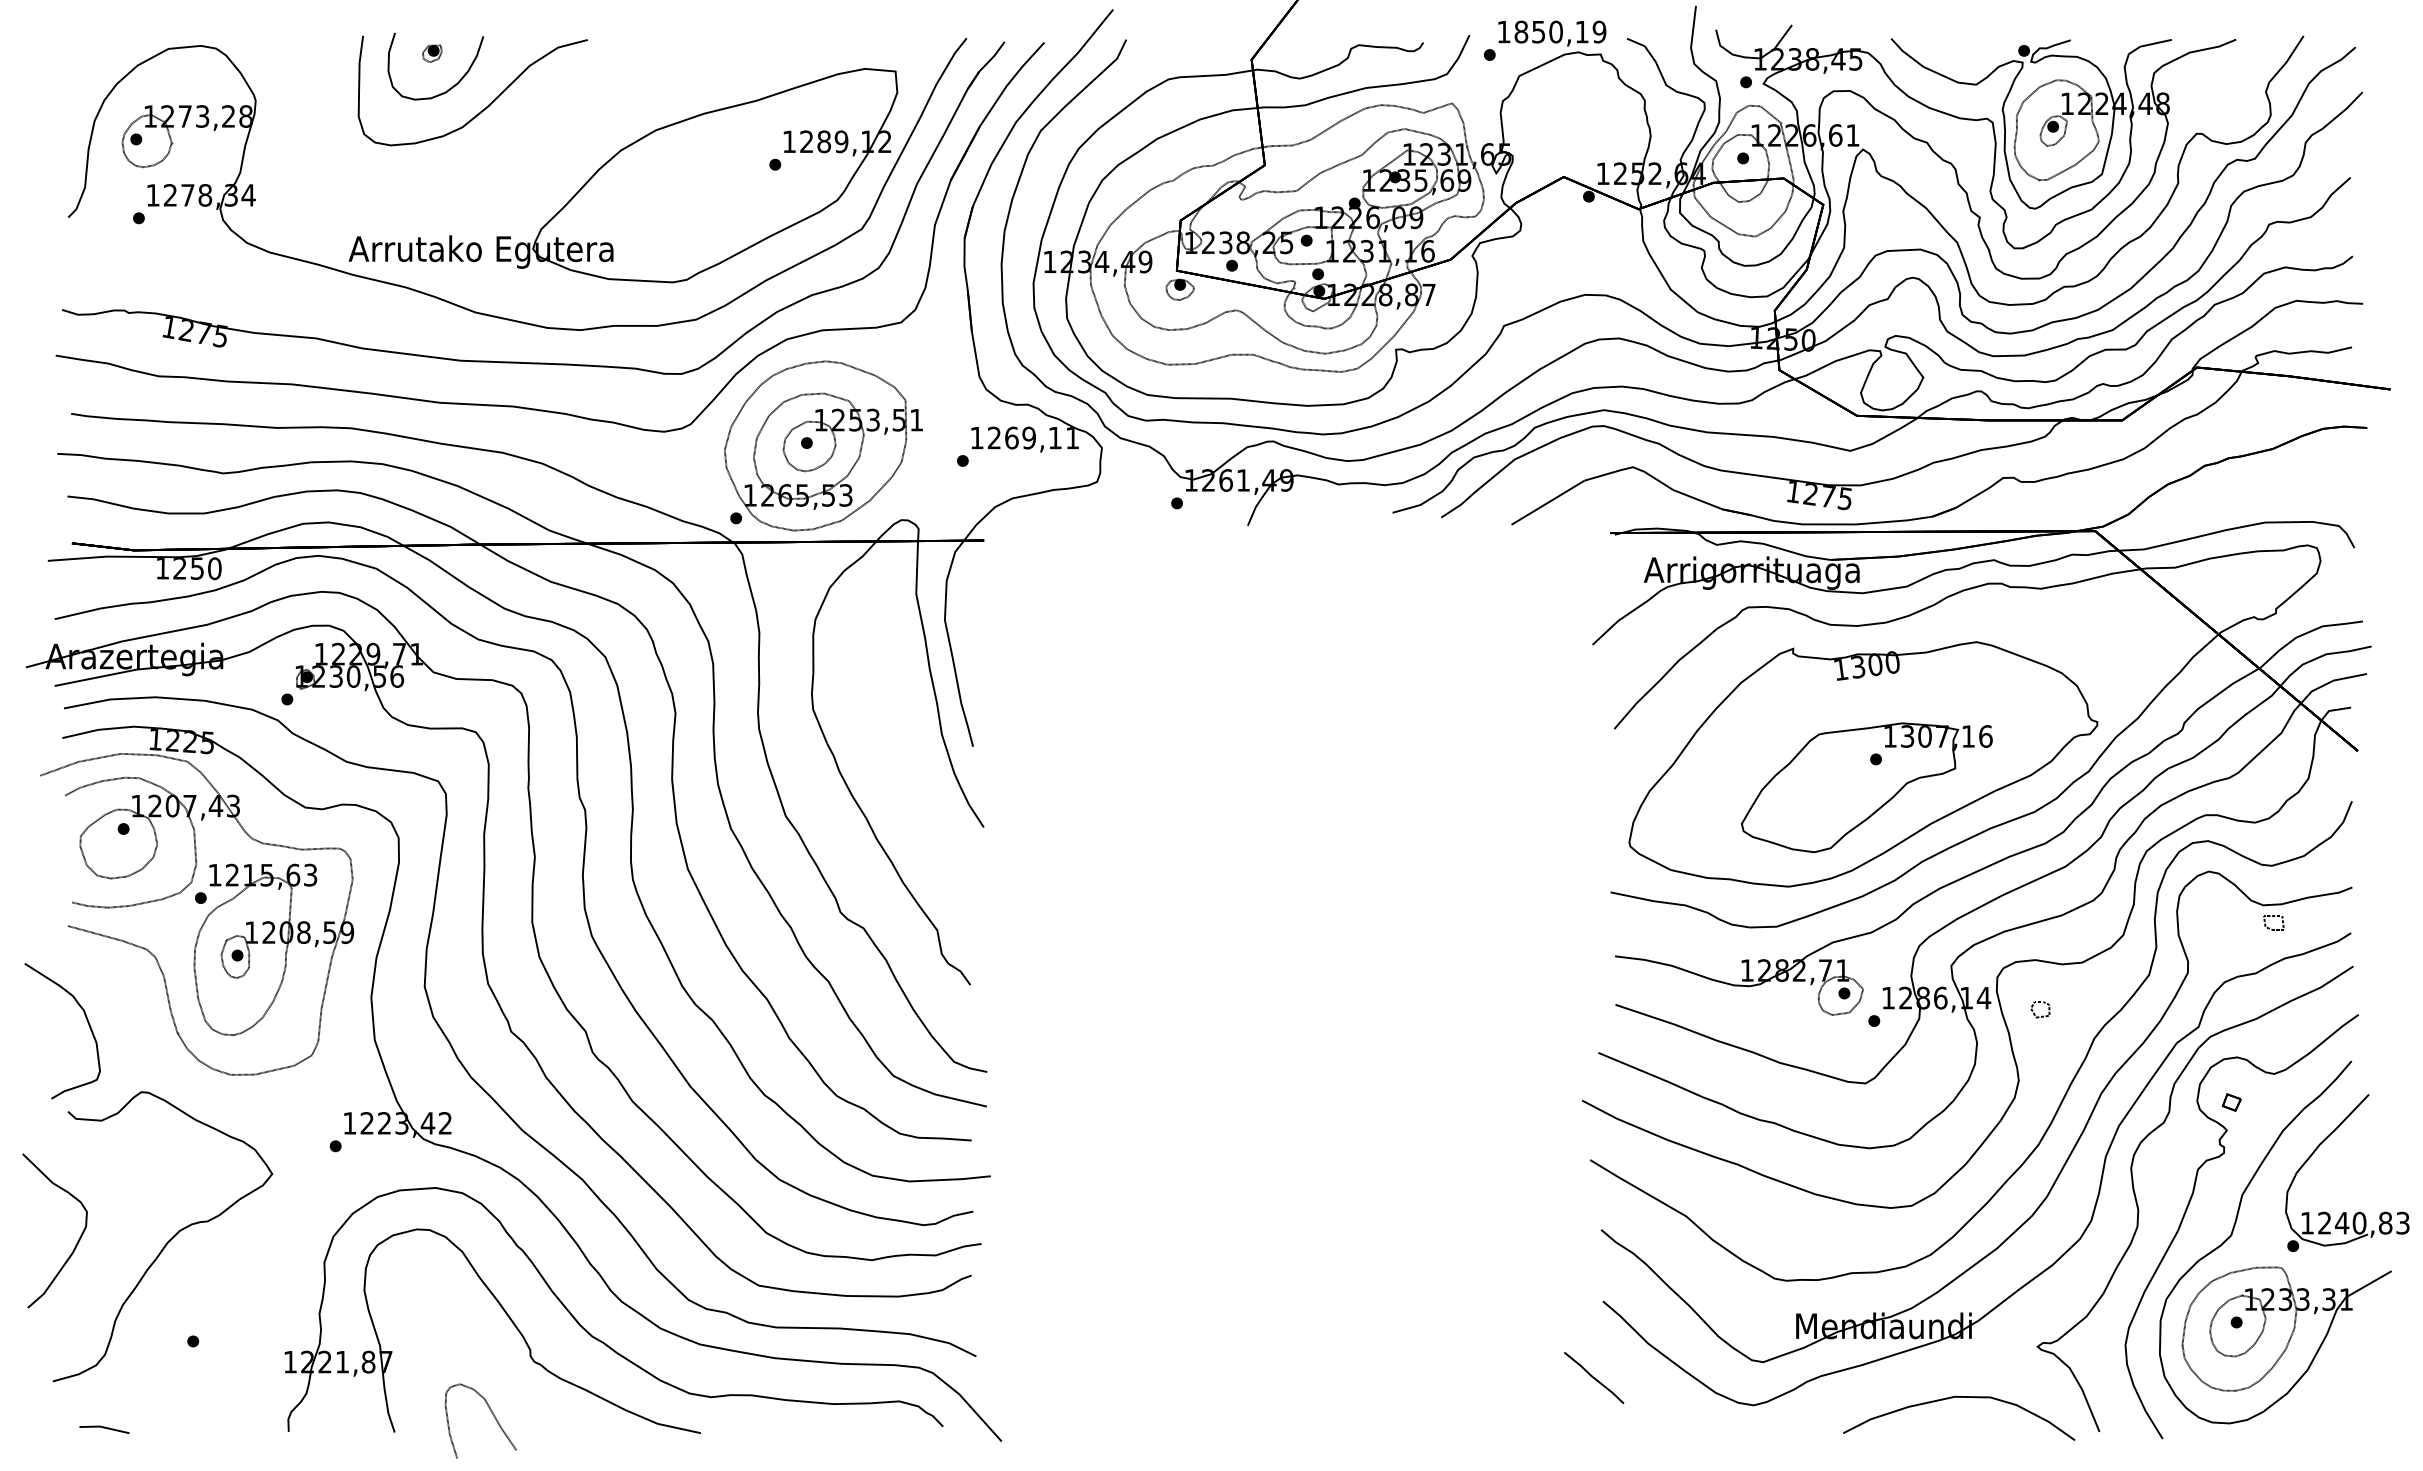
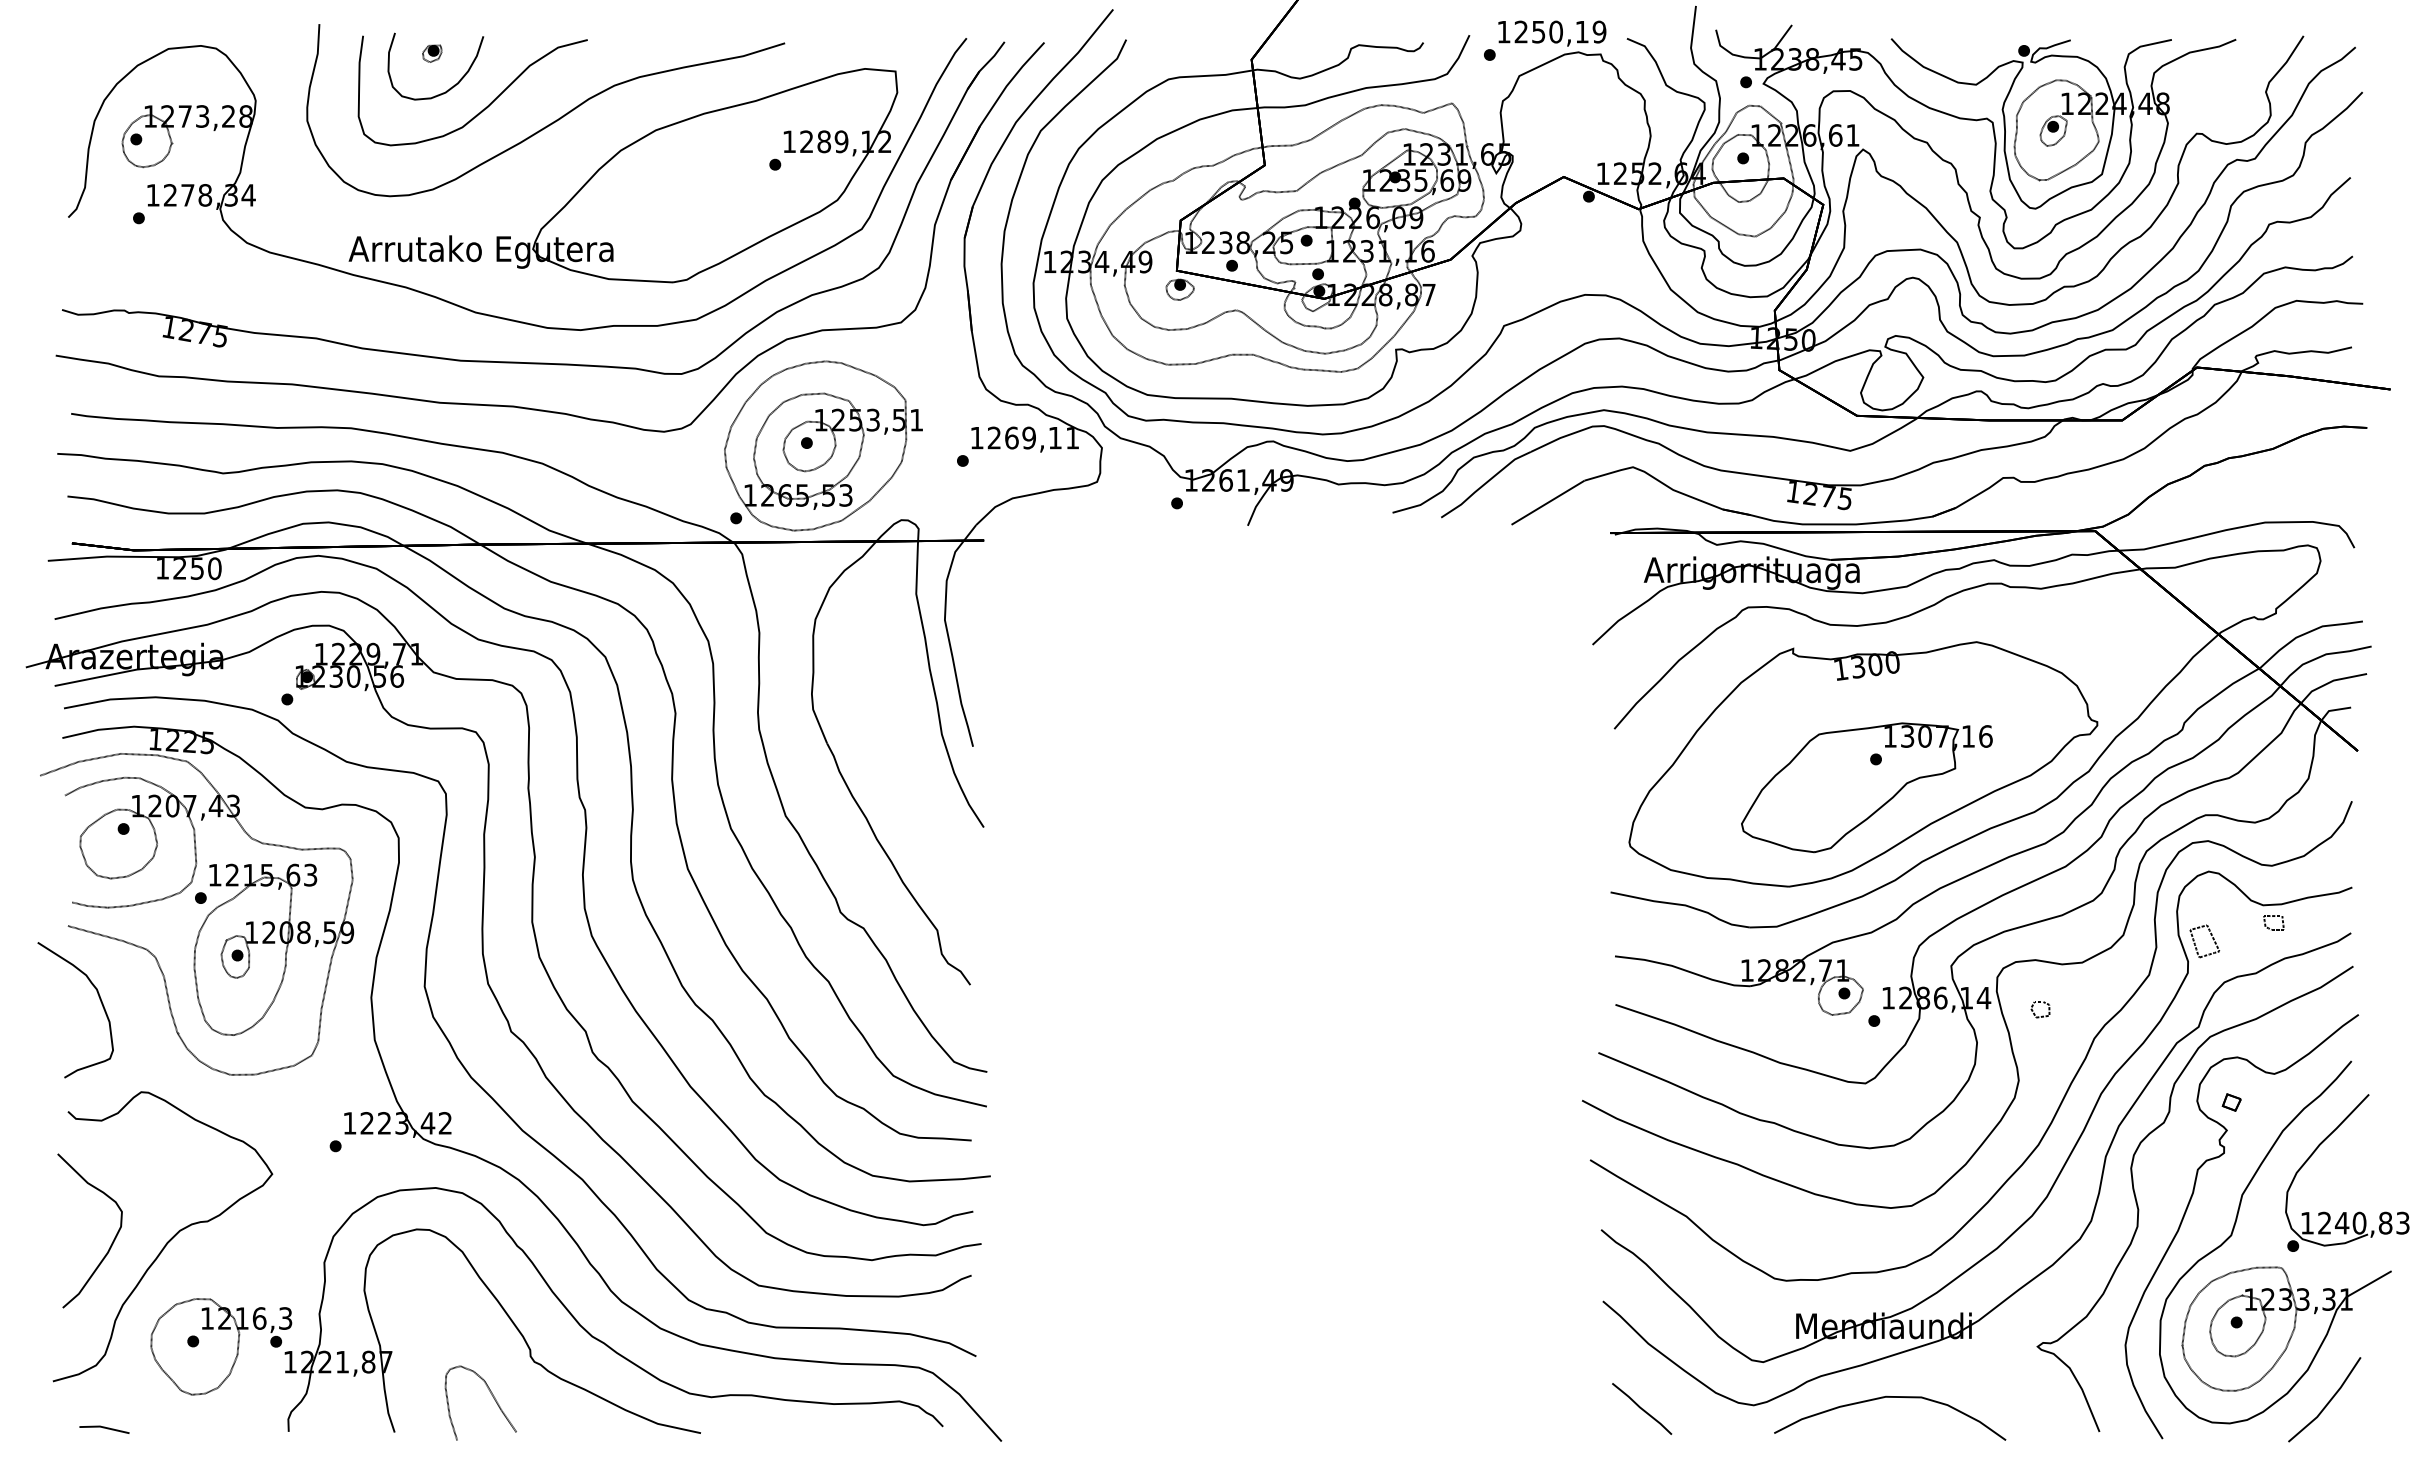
text at (1521, 31): 1850,19 -> 1250,19
curve at (551, 122): none -> present
part at (2212, 939): none -> present
curve at (87, 1023) position: (87, 1023) -> (100, 1002)
curve at (77, 1241) position: (77, 1241) -> (112, 1241)
part at (221, 1346): none -> present
line at (1594, 1377) position: (1594, 1377) -> (1642, 1408)
curve at (1959, 1397) position: (1959, 1397) -> (1890, 1397)
line at (2327, 1402): none -> present
curve at (491, 1413) position: (491, 1413) -> (491, 1395)
